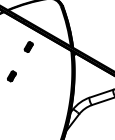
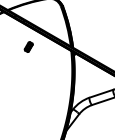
part at (11, 76): present -> none
